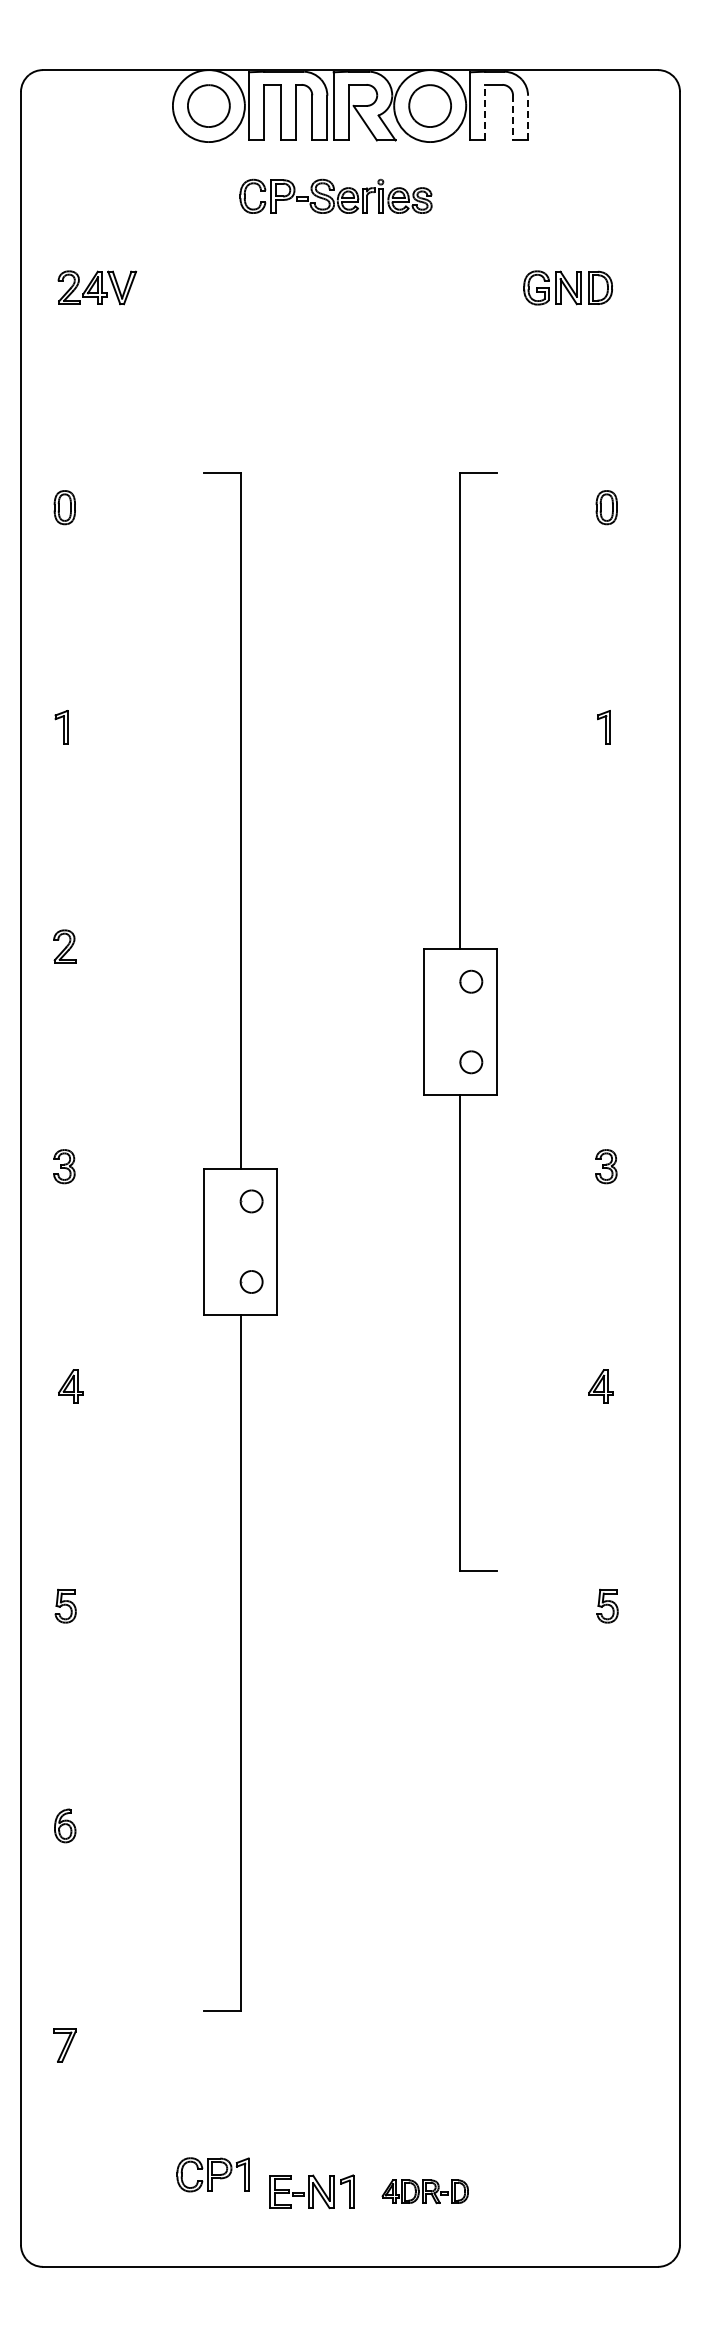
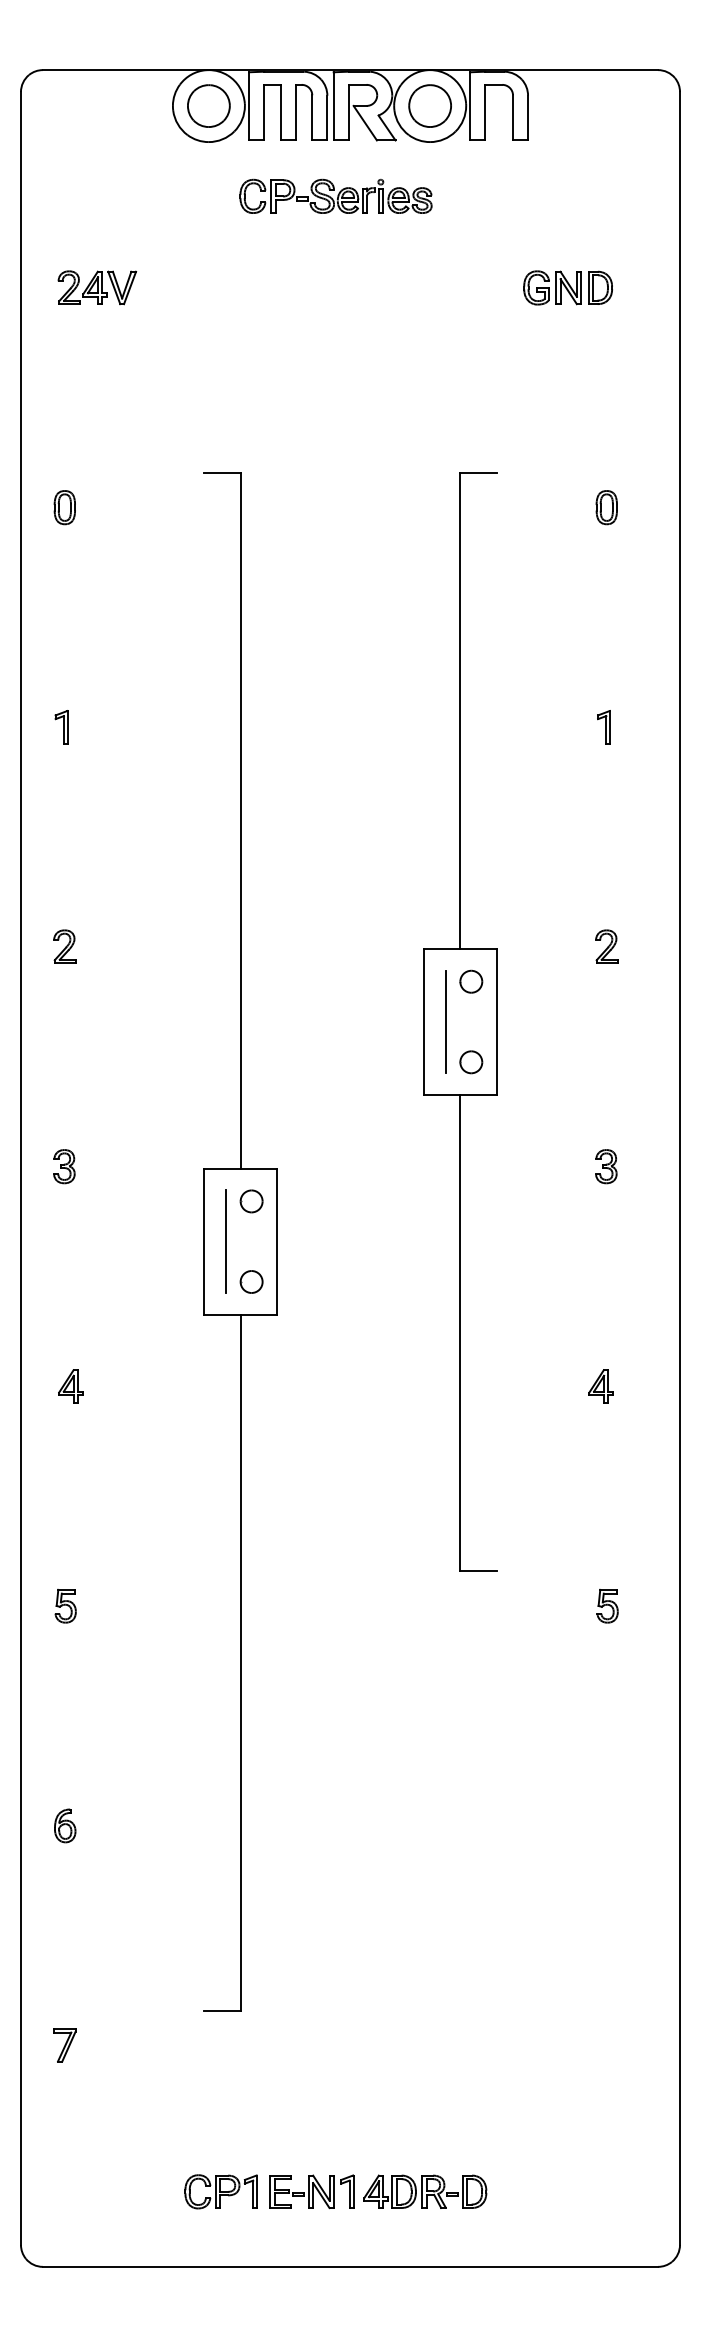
line at (485, 112): dashed -> solid
line at (513, 117): dashed -> solid
line at (528, 117): dashed -> solid
part at (606, 946): none -> present
line at (445, 1021): none -> present
line at (226, 1241): none -> present
part at (212, 2174) position: (212, 2174) -> (220, 2191)
part at (424, 2191) size: 88x26 px -> 125x35 px
